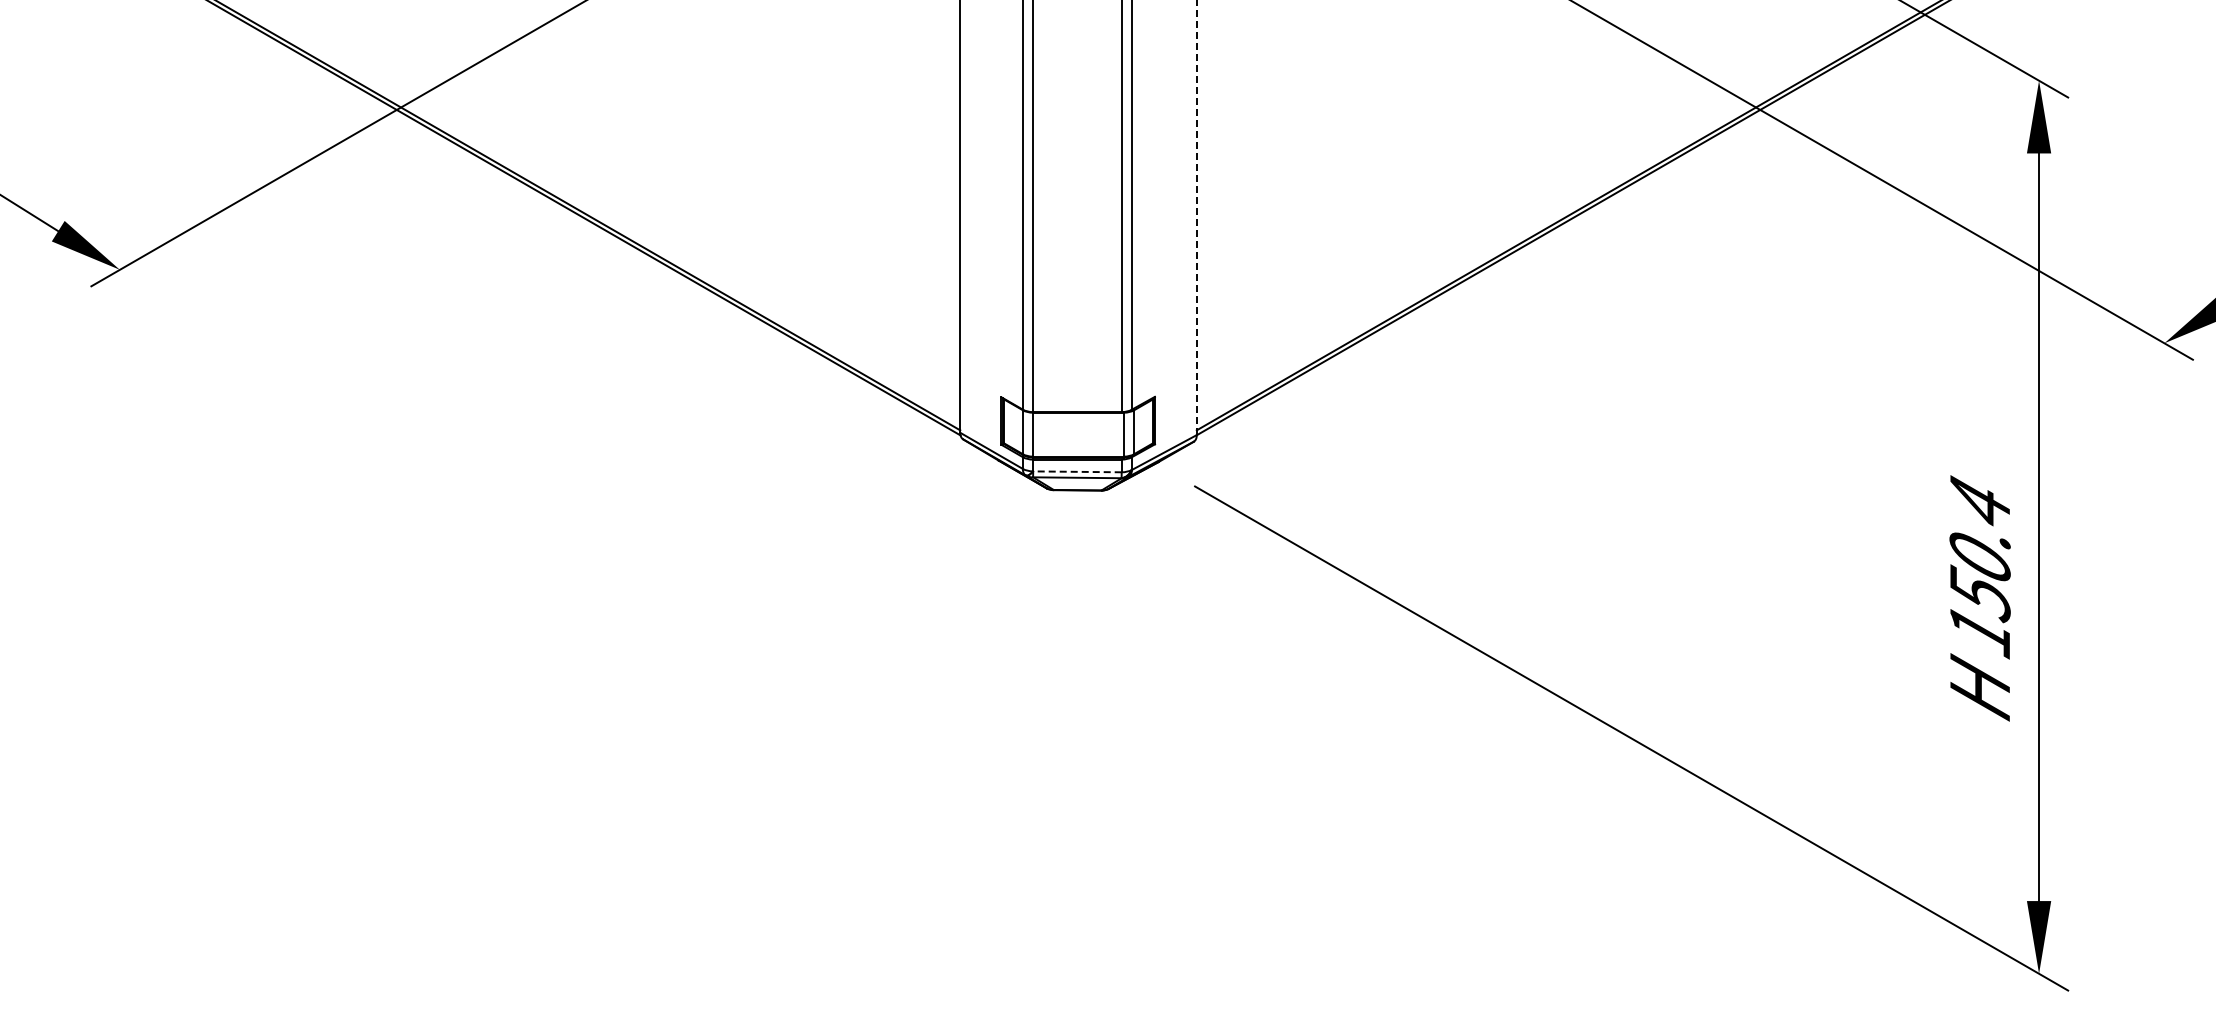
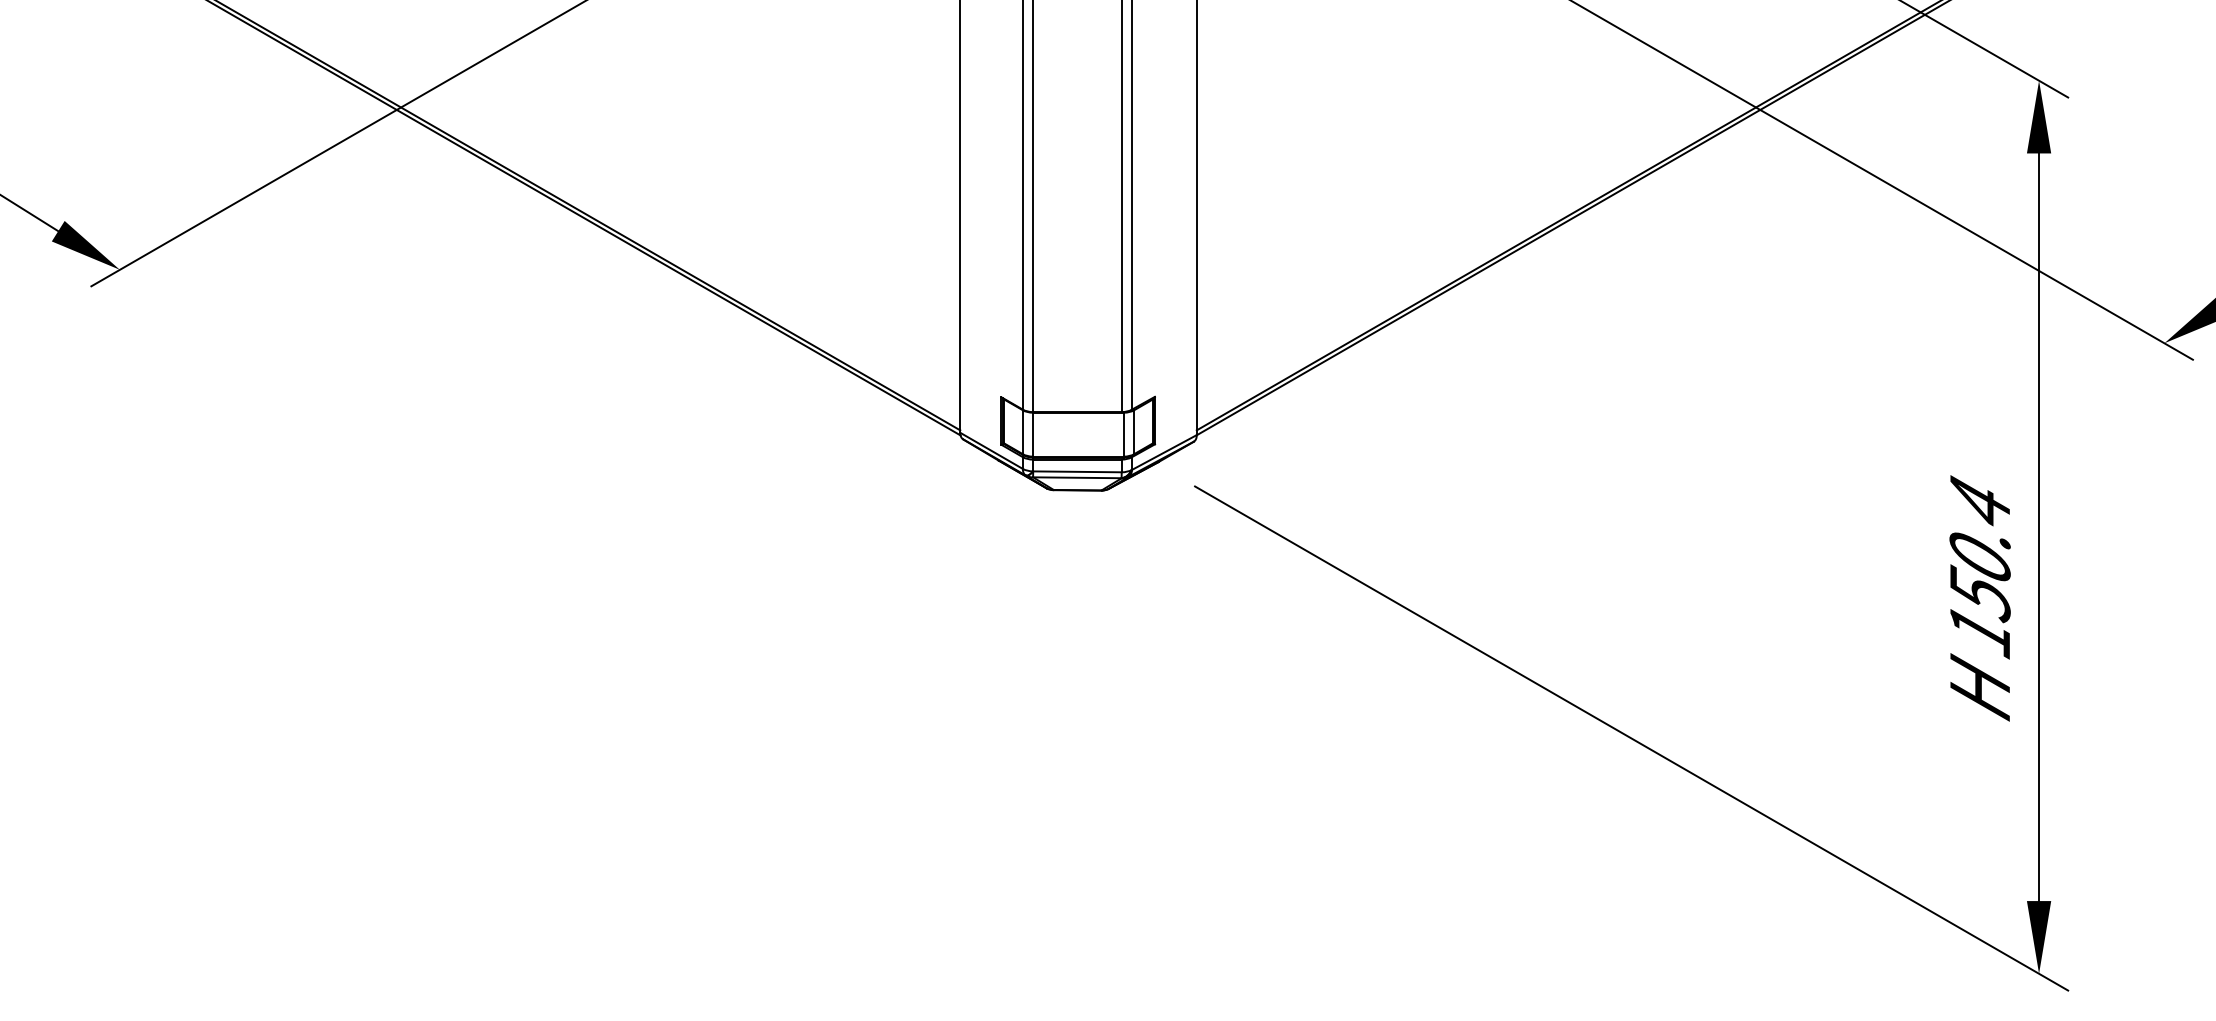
line at (1196, 217): dashed -> solid
line at (1076, 471): dashed -> solid
